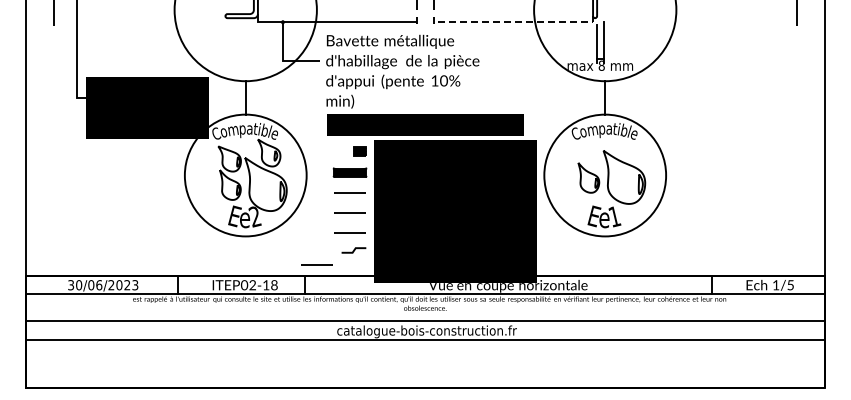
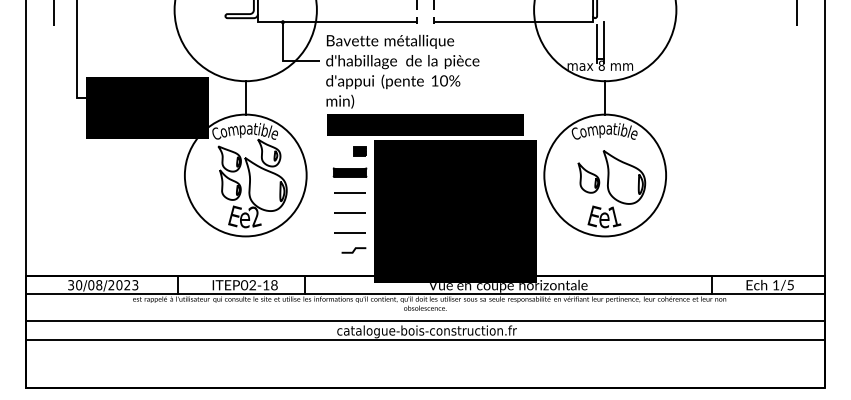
line at (517, 22): dashed -> solid
line at (316, 264): present -> none
text at (99, 285): 30/06/2023 -> 30/08/2023
